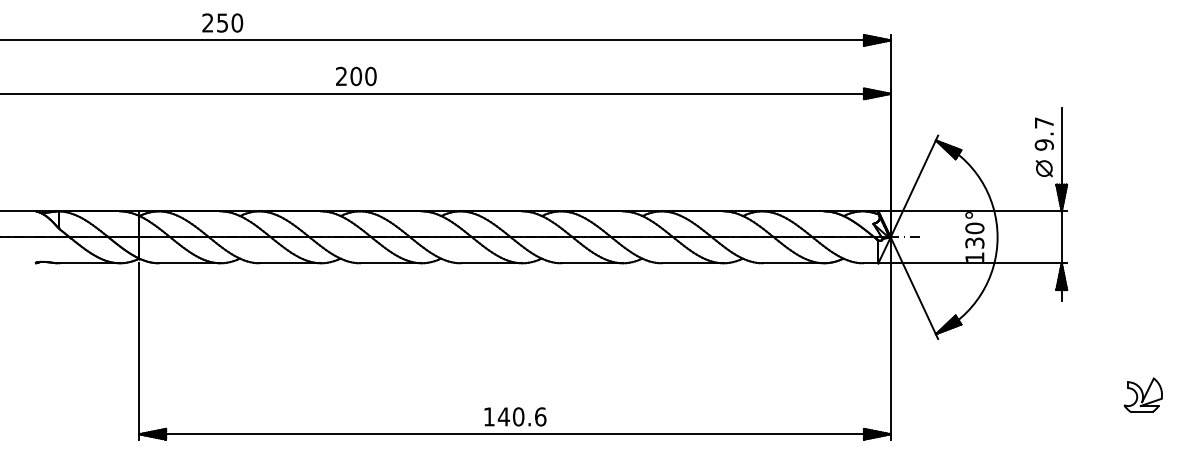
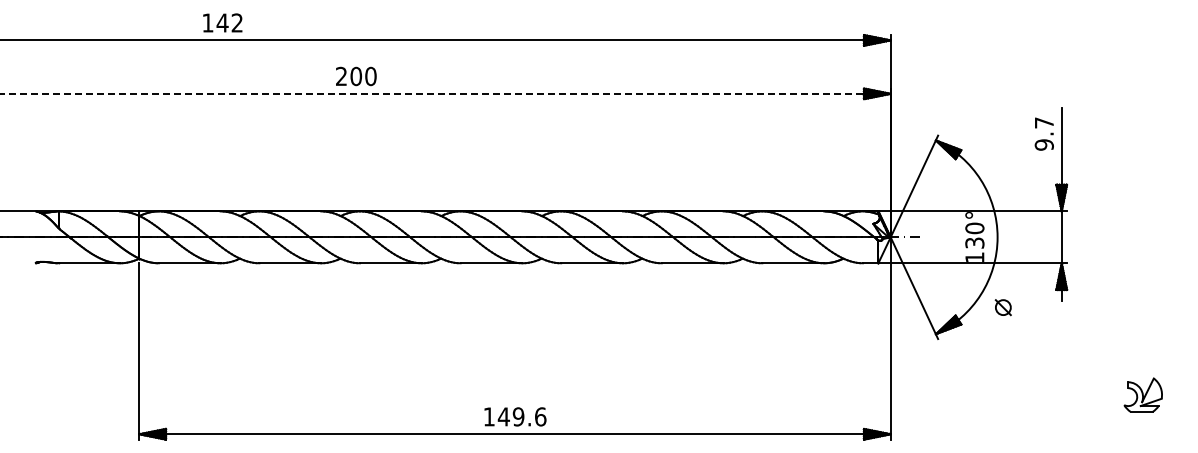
text at (222, 22): 250 -> 142
line at (445, 93): solid -> dashed
part at (1043, 168) position: (1043, 168) -> (1002, 307)
text at (518, 416): 140.6 -> 149.6
